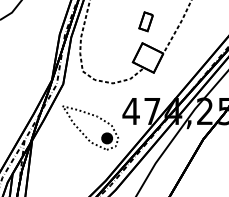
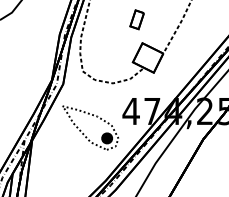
part at (145, 21) position: (145, 21) -> (136, 19)
